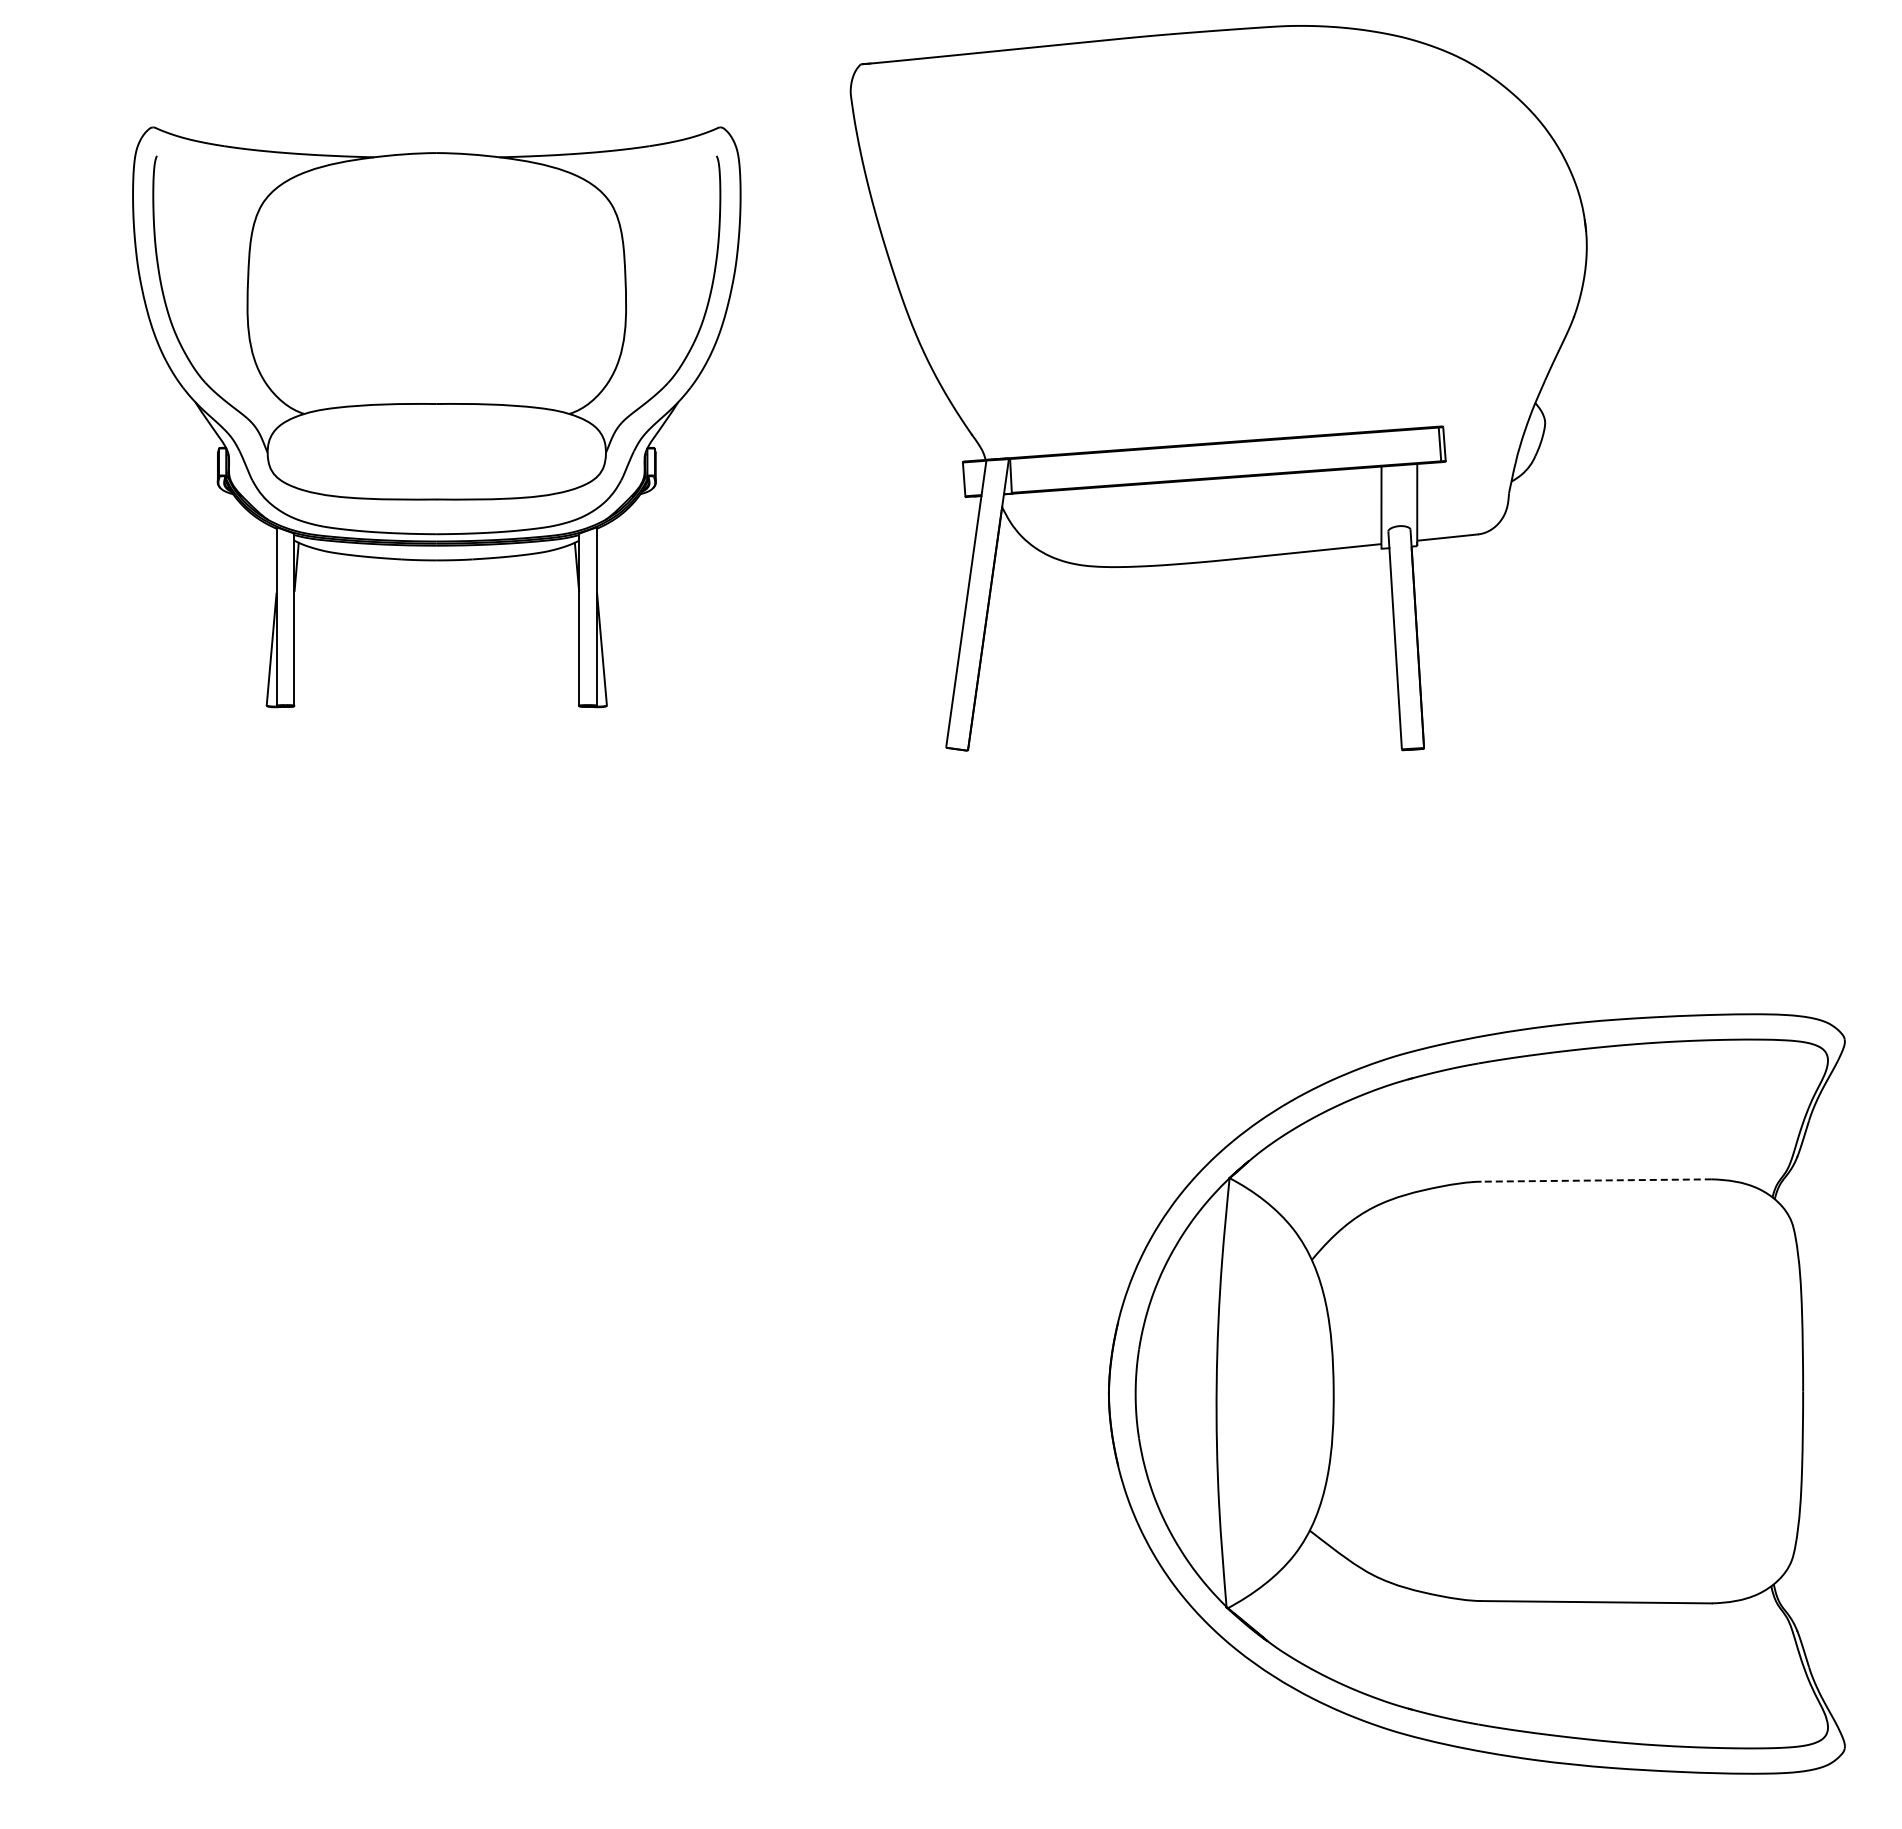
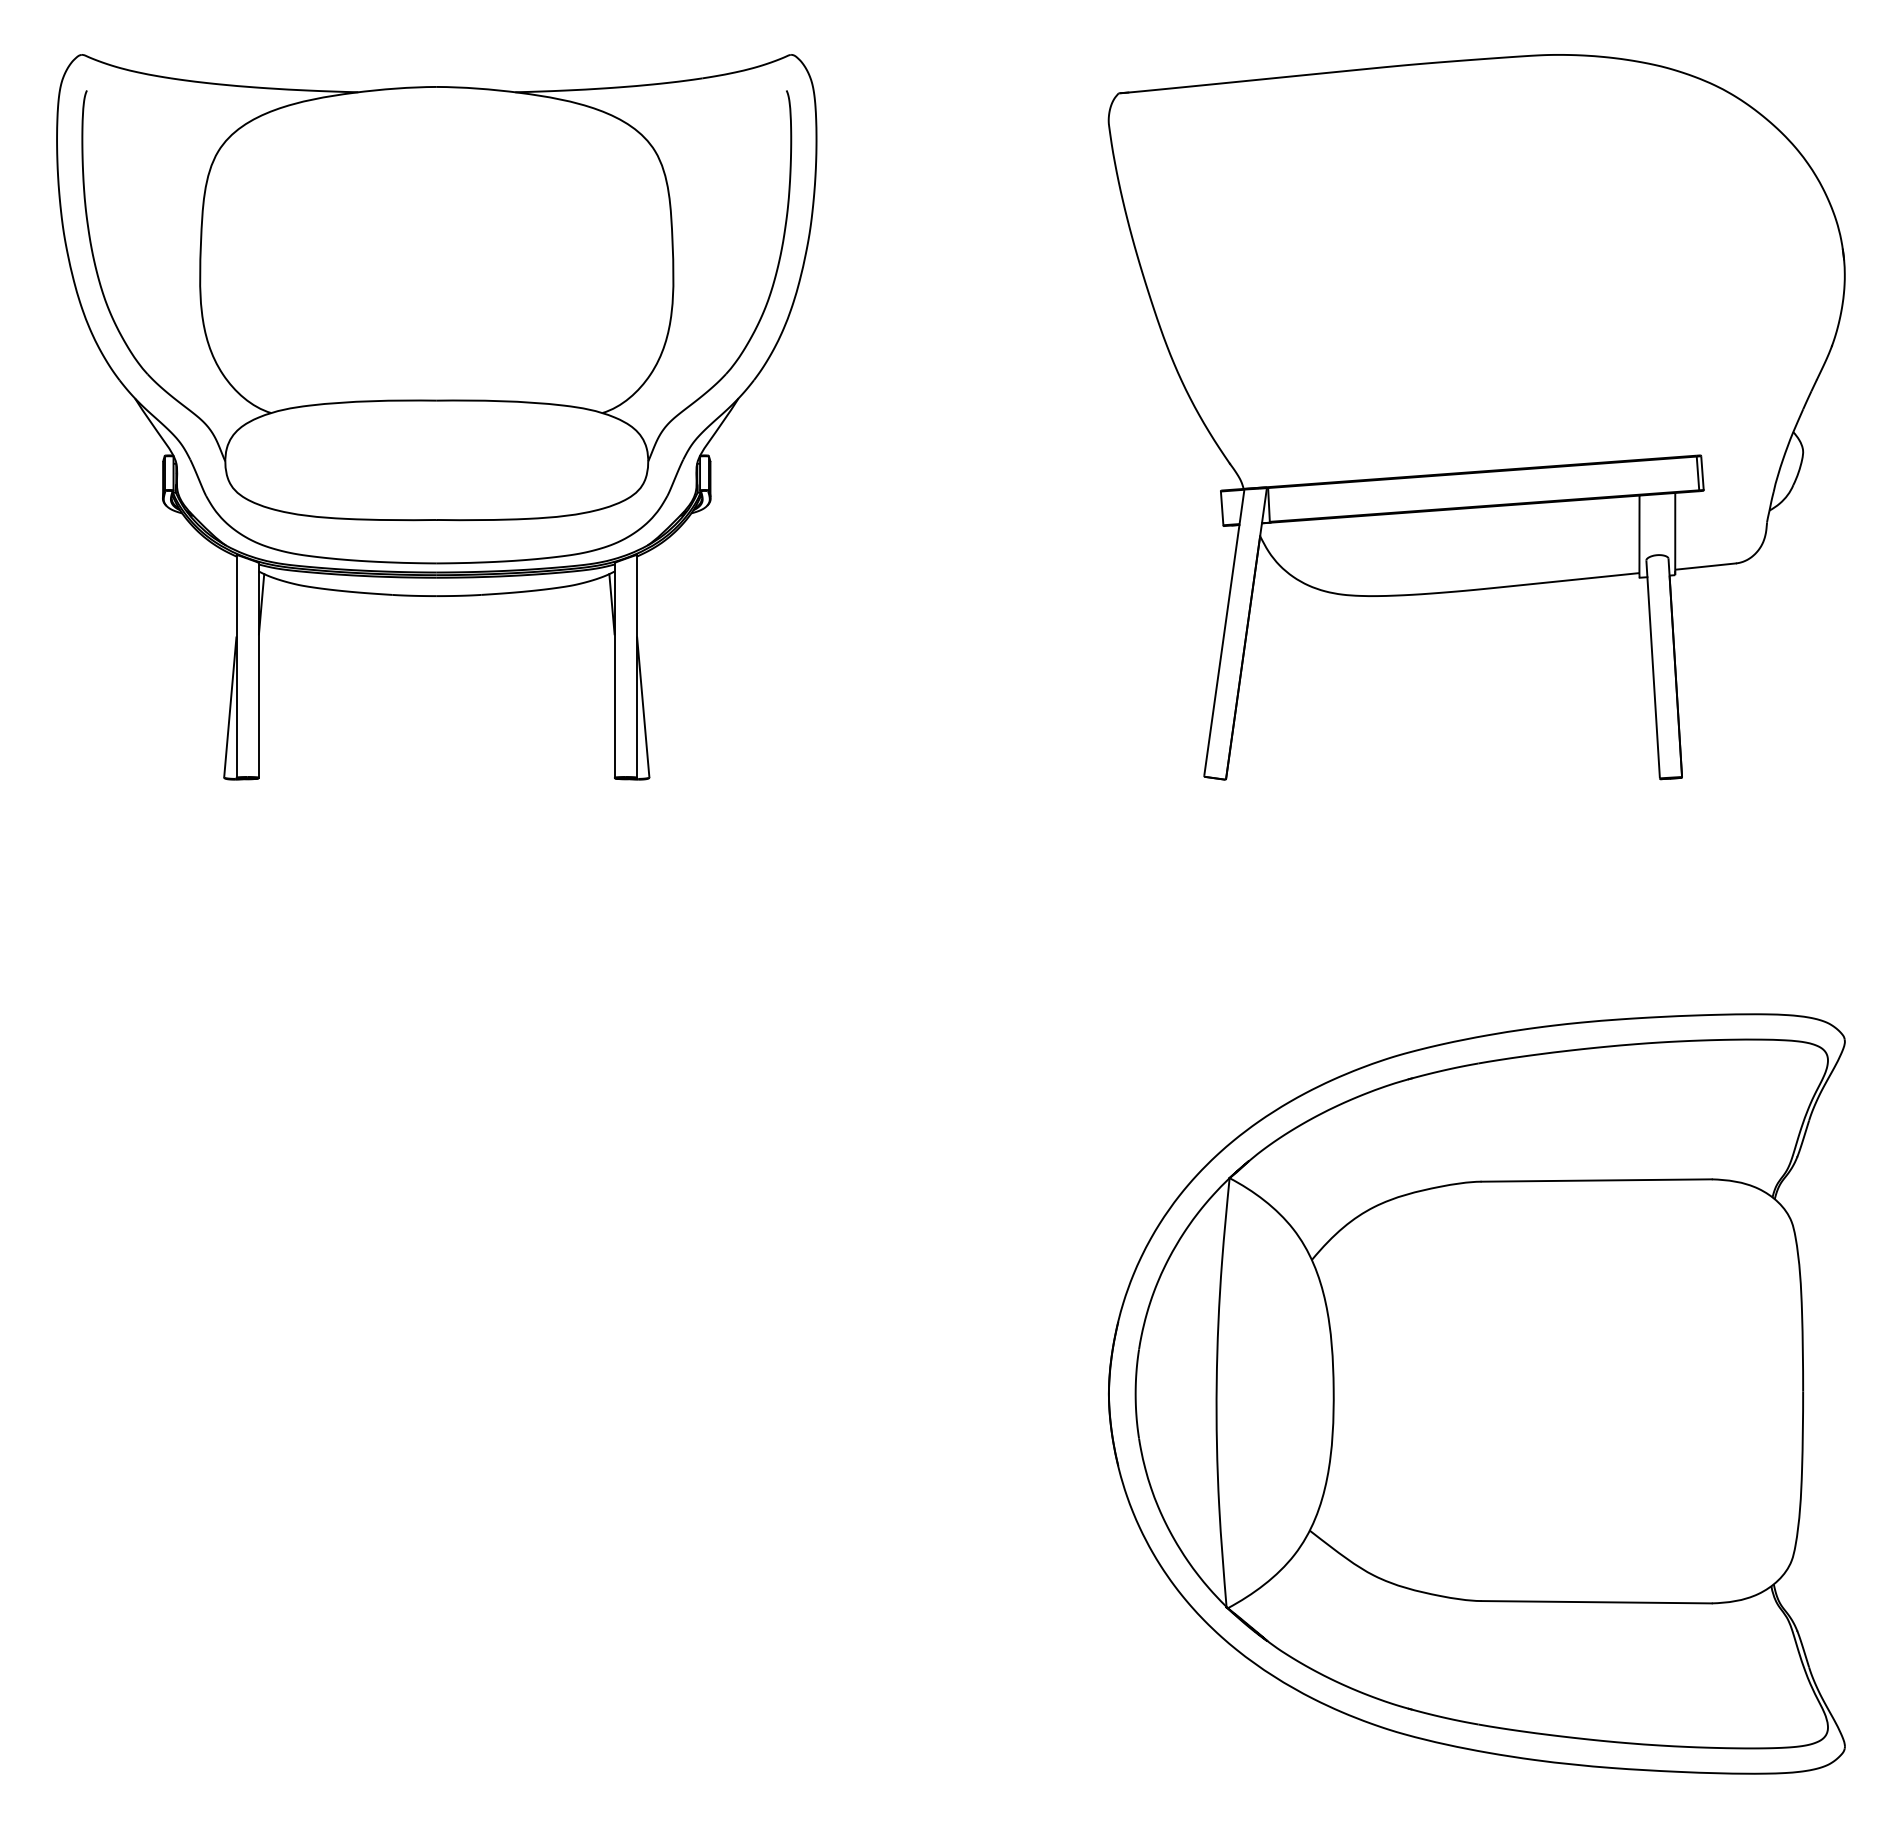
part at (1218, 388) position: (1218, 388) -> (1476, 417)
part at (436, 417) size: 610x583 px -> 762x727 px
line at (1596, 1180): dashed -> solid
